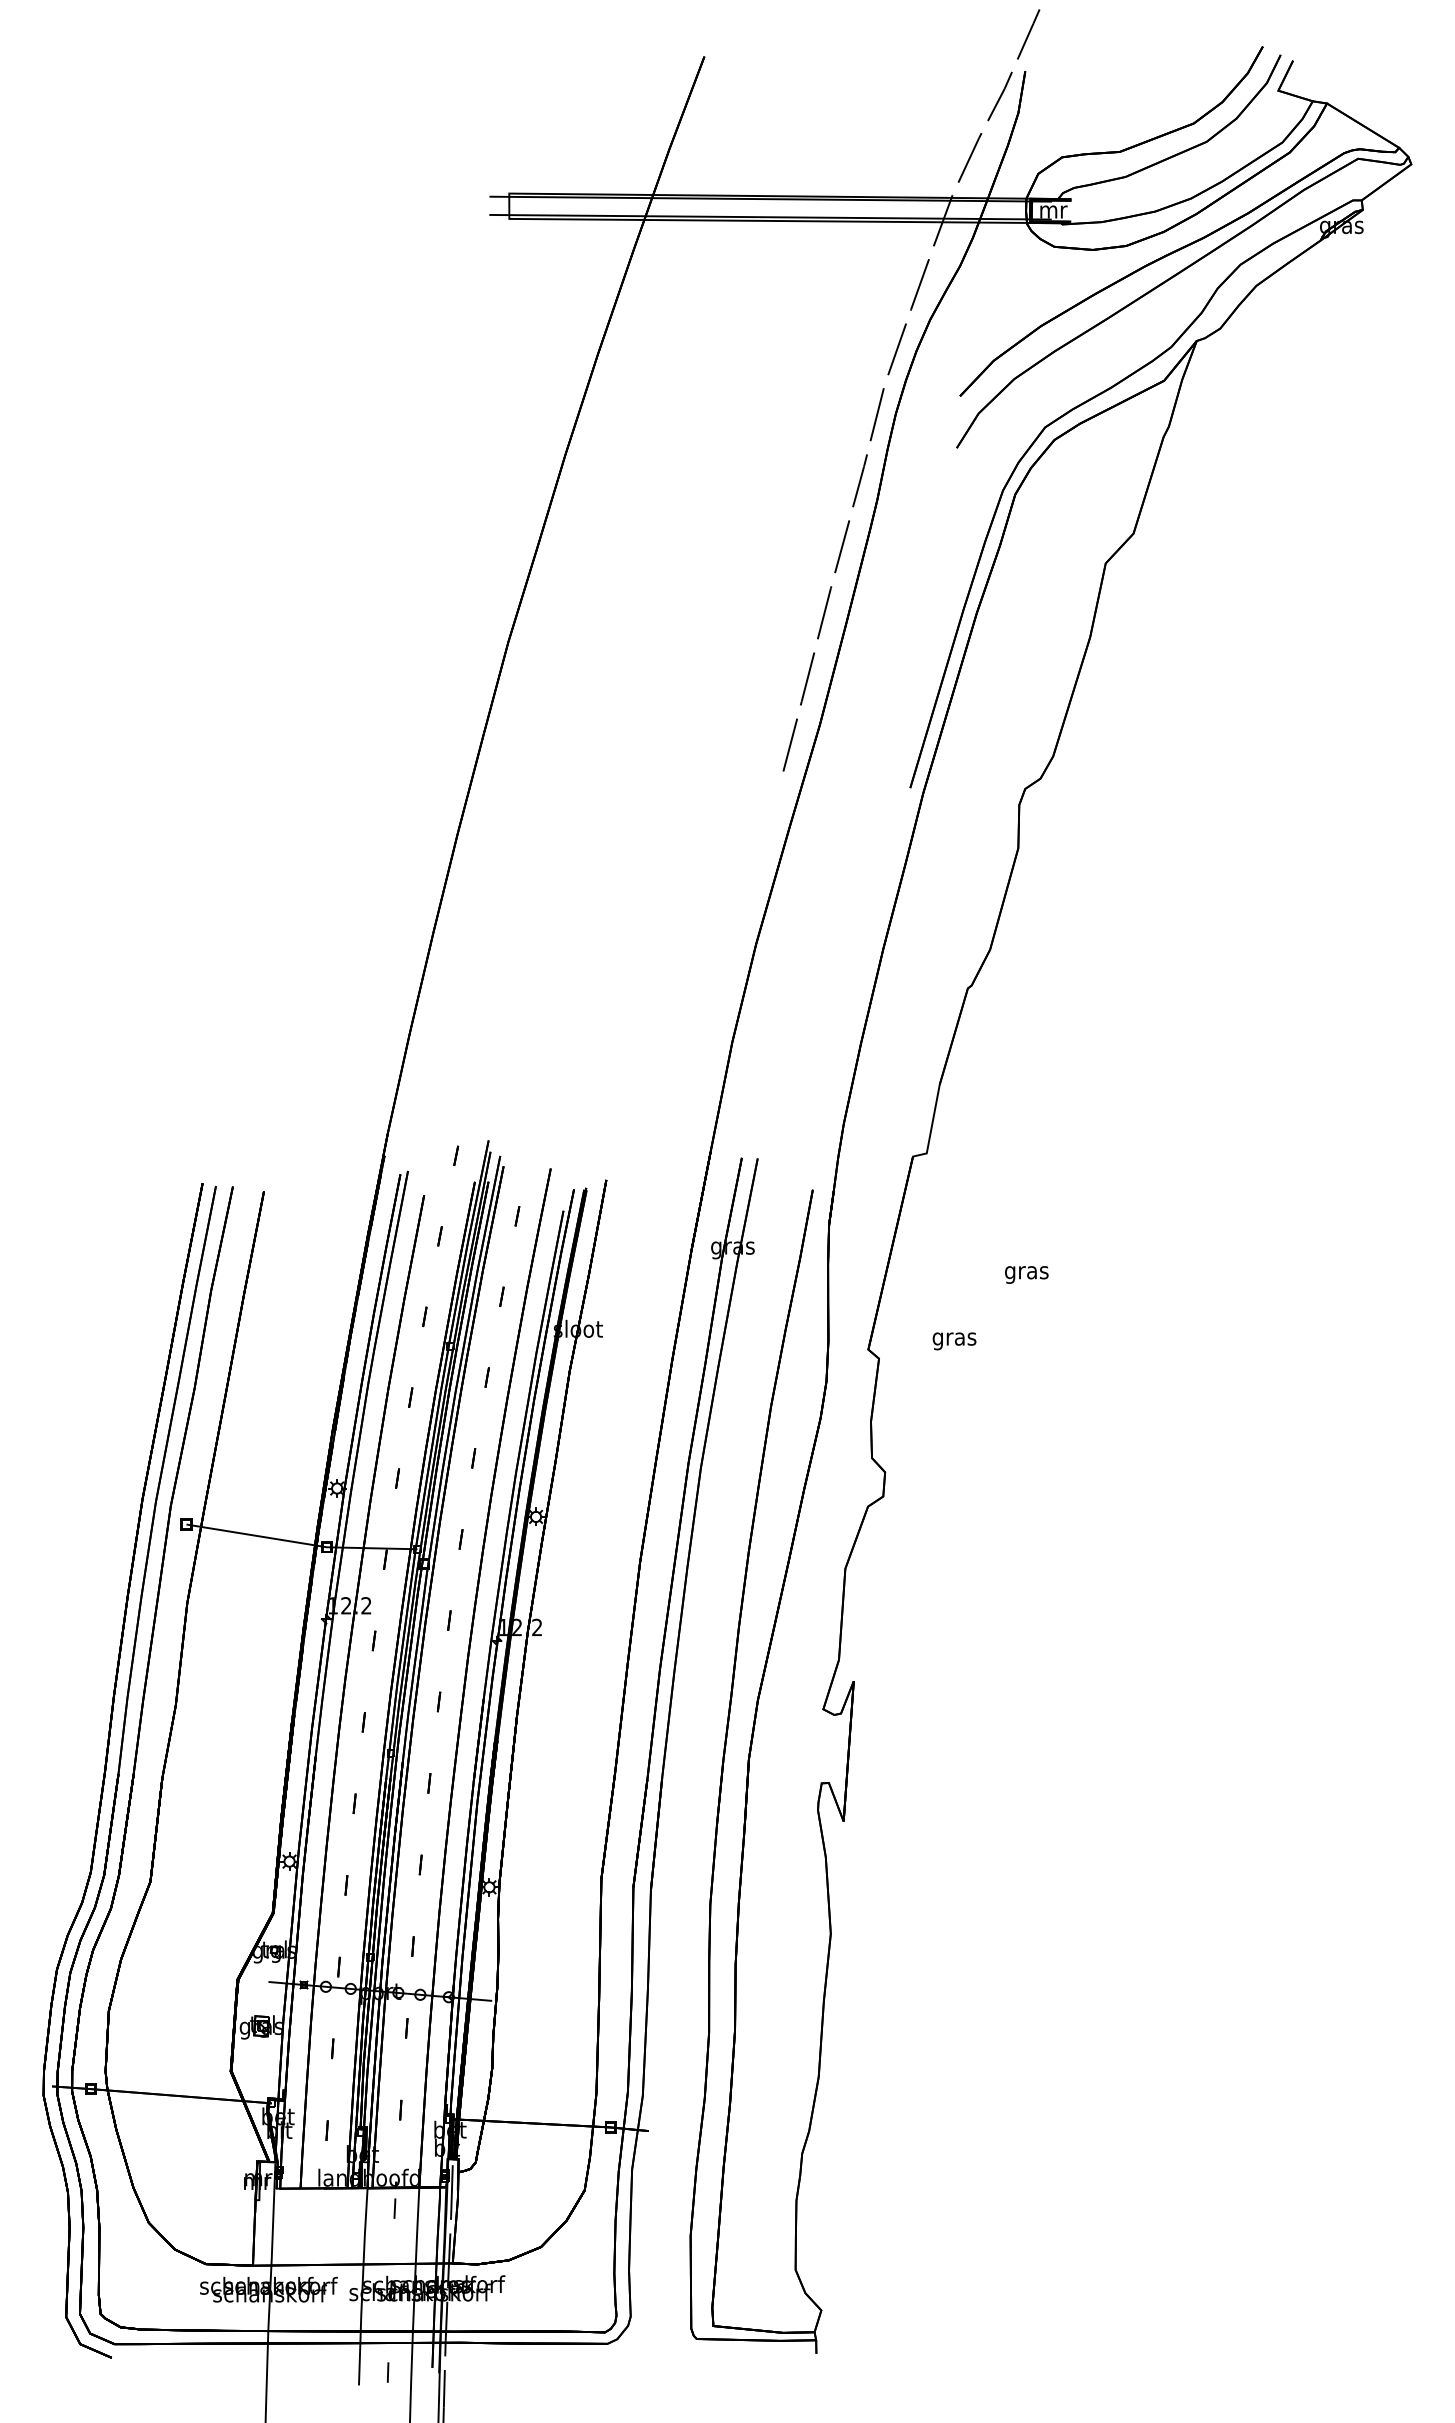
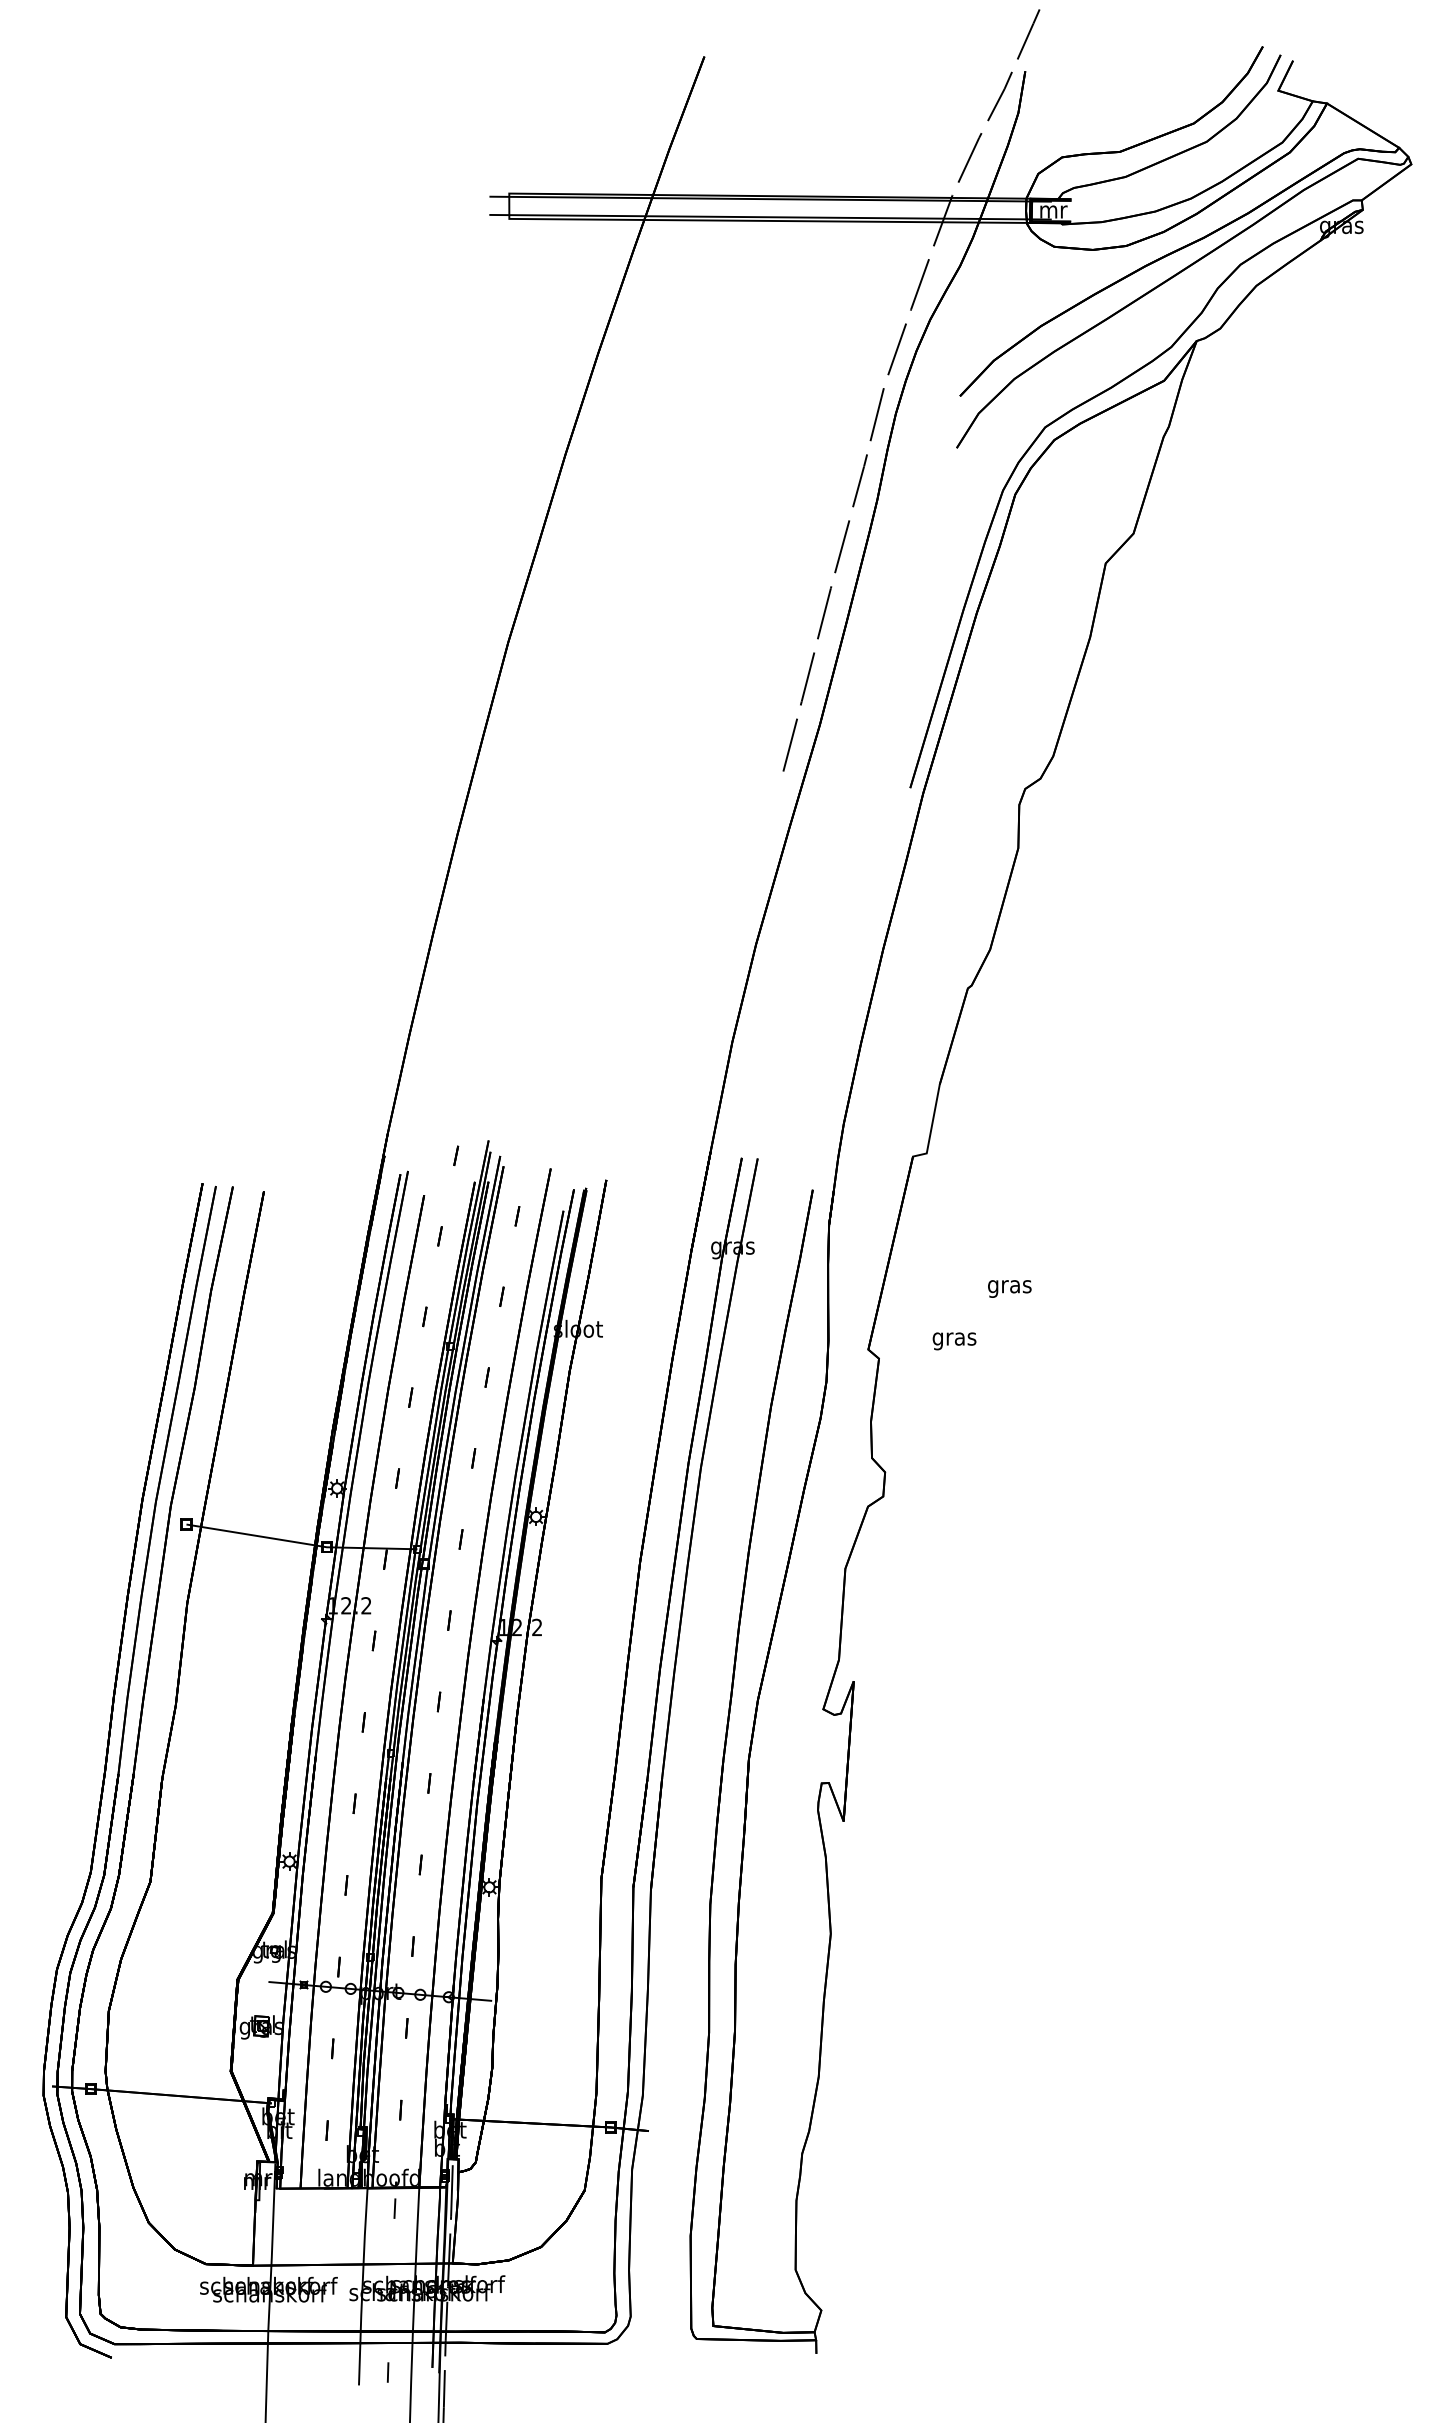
text at (1026, 1274) position: (1026, 1274) -> (1009, 1288)
